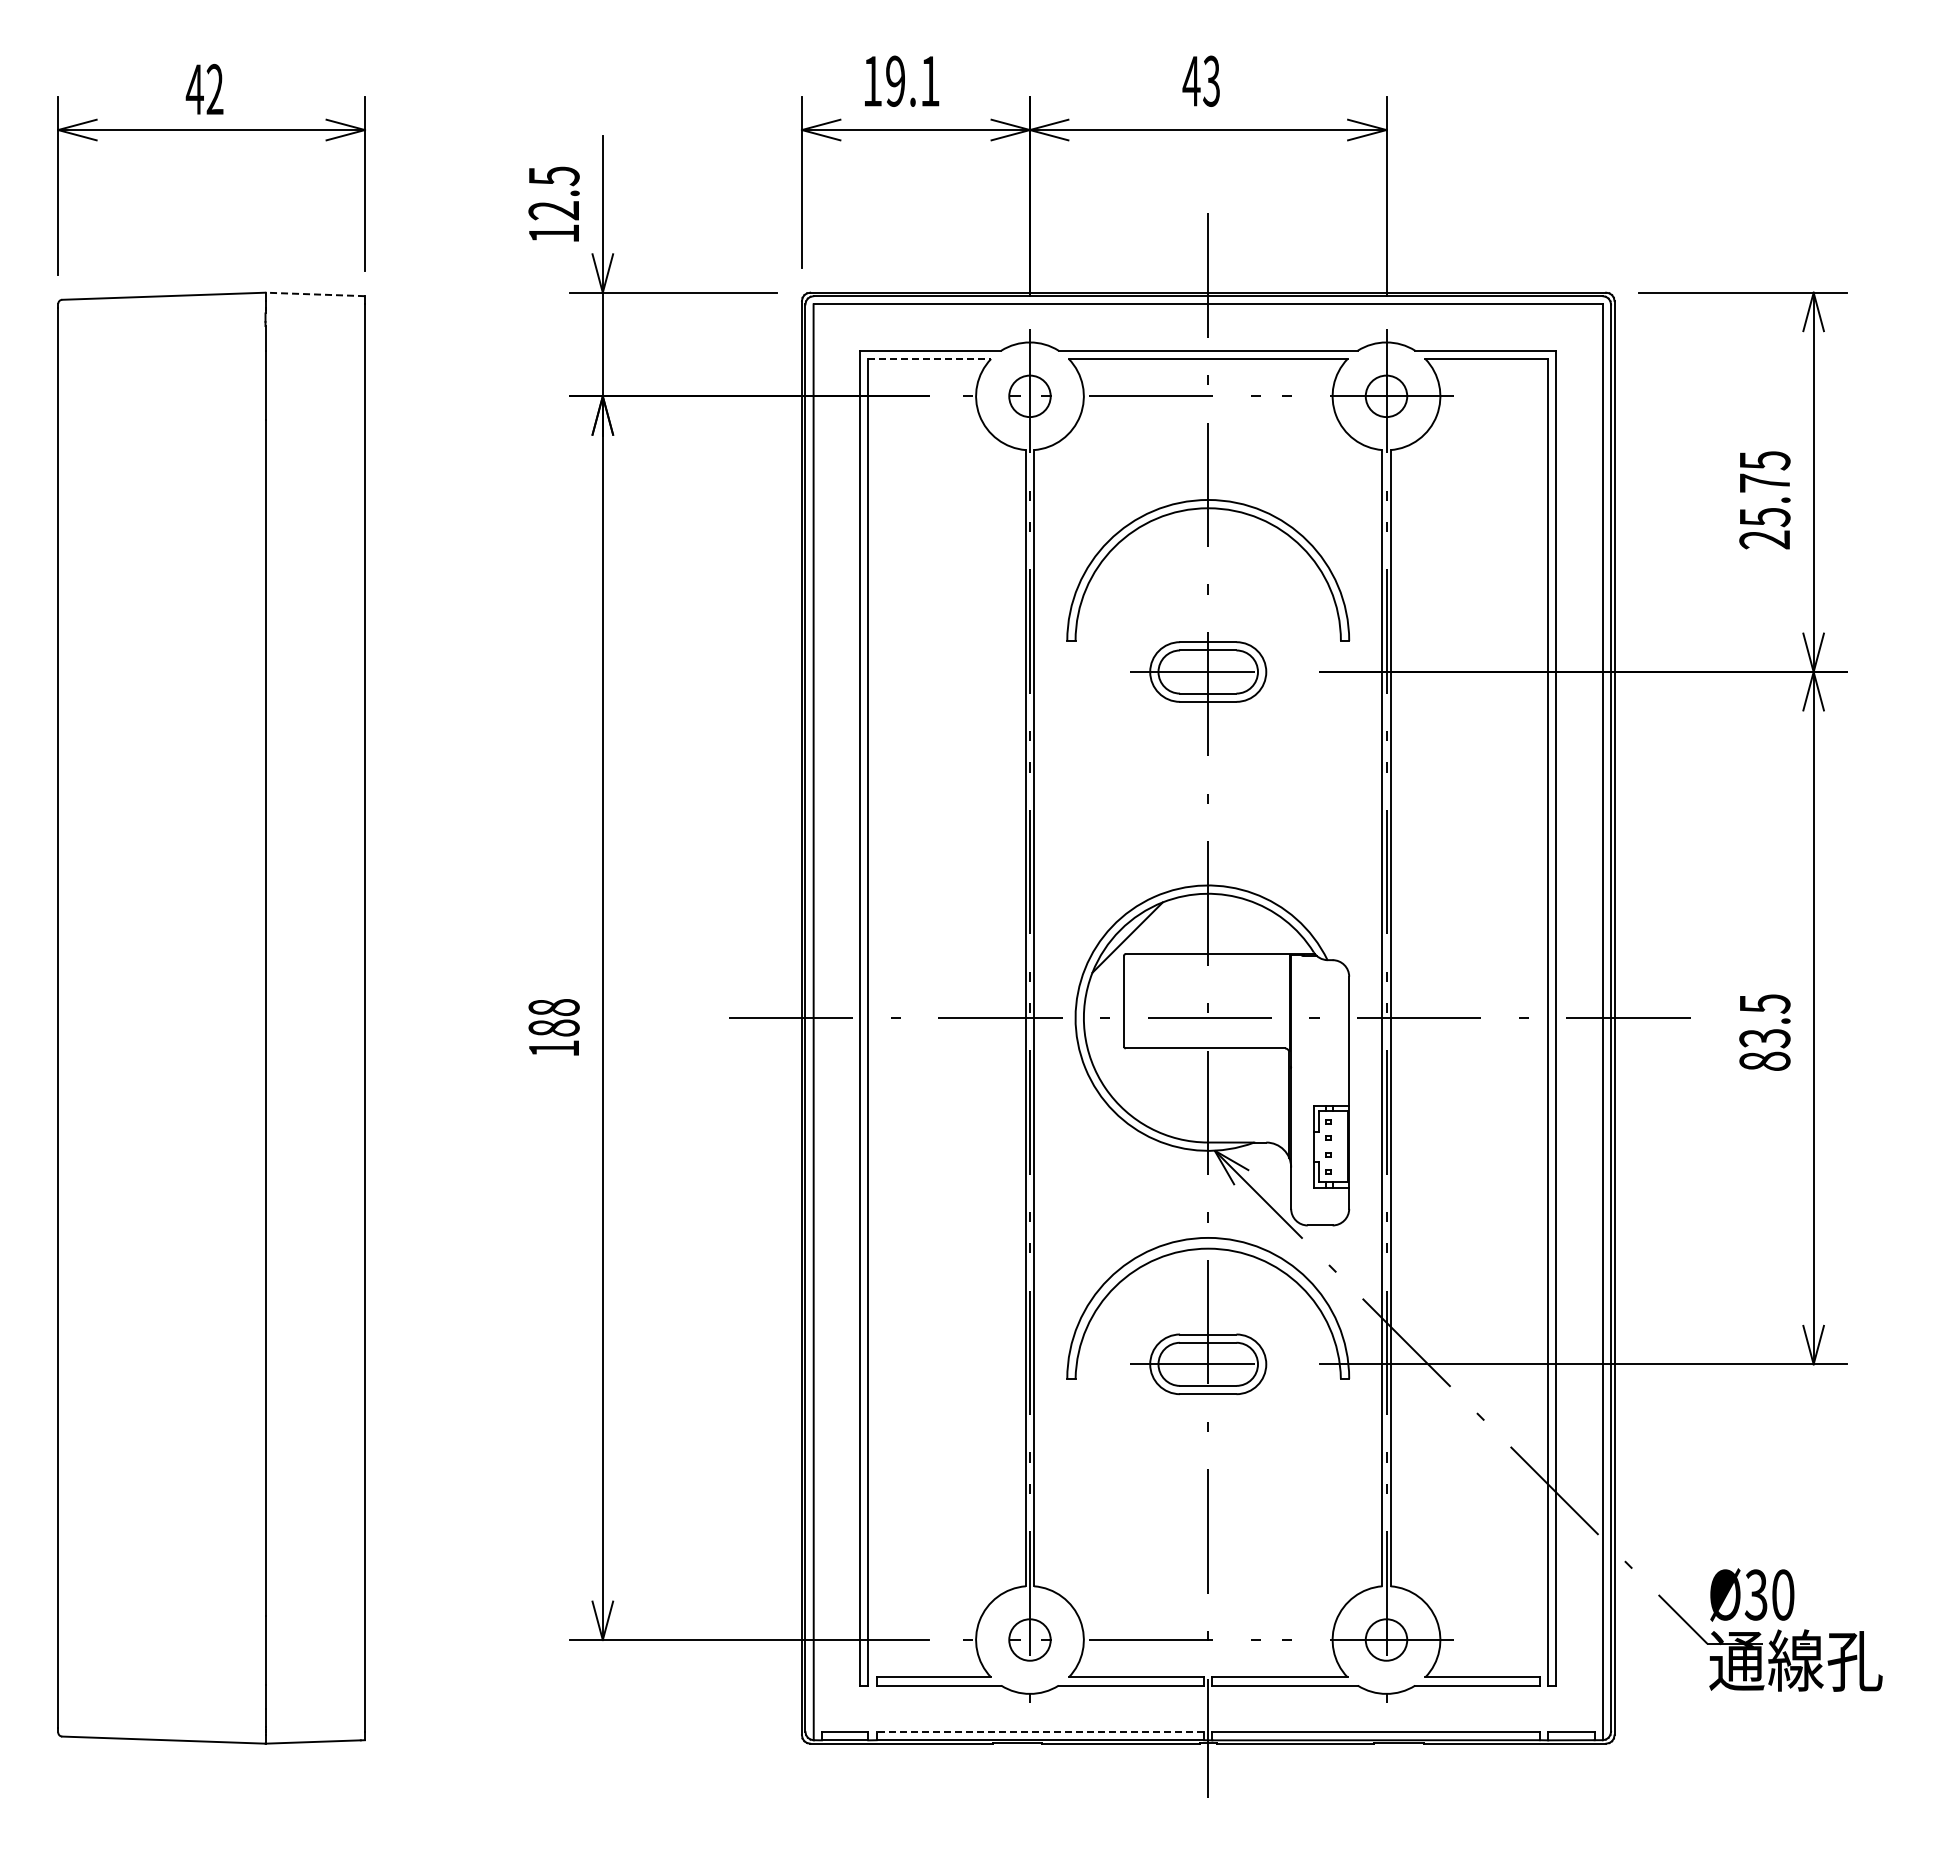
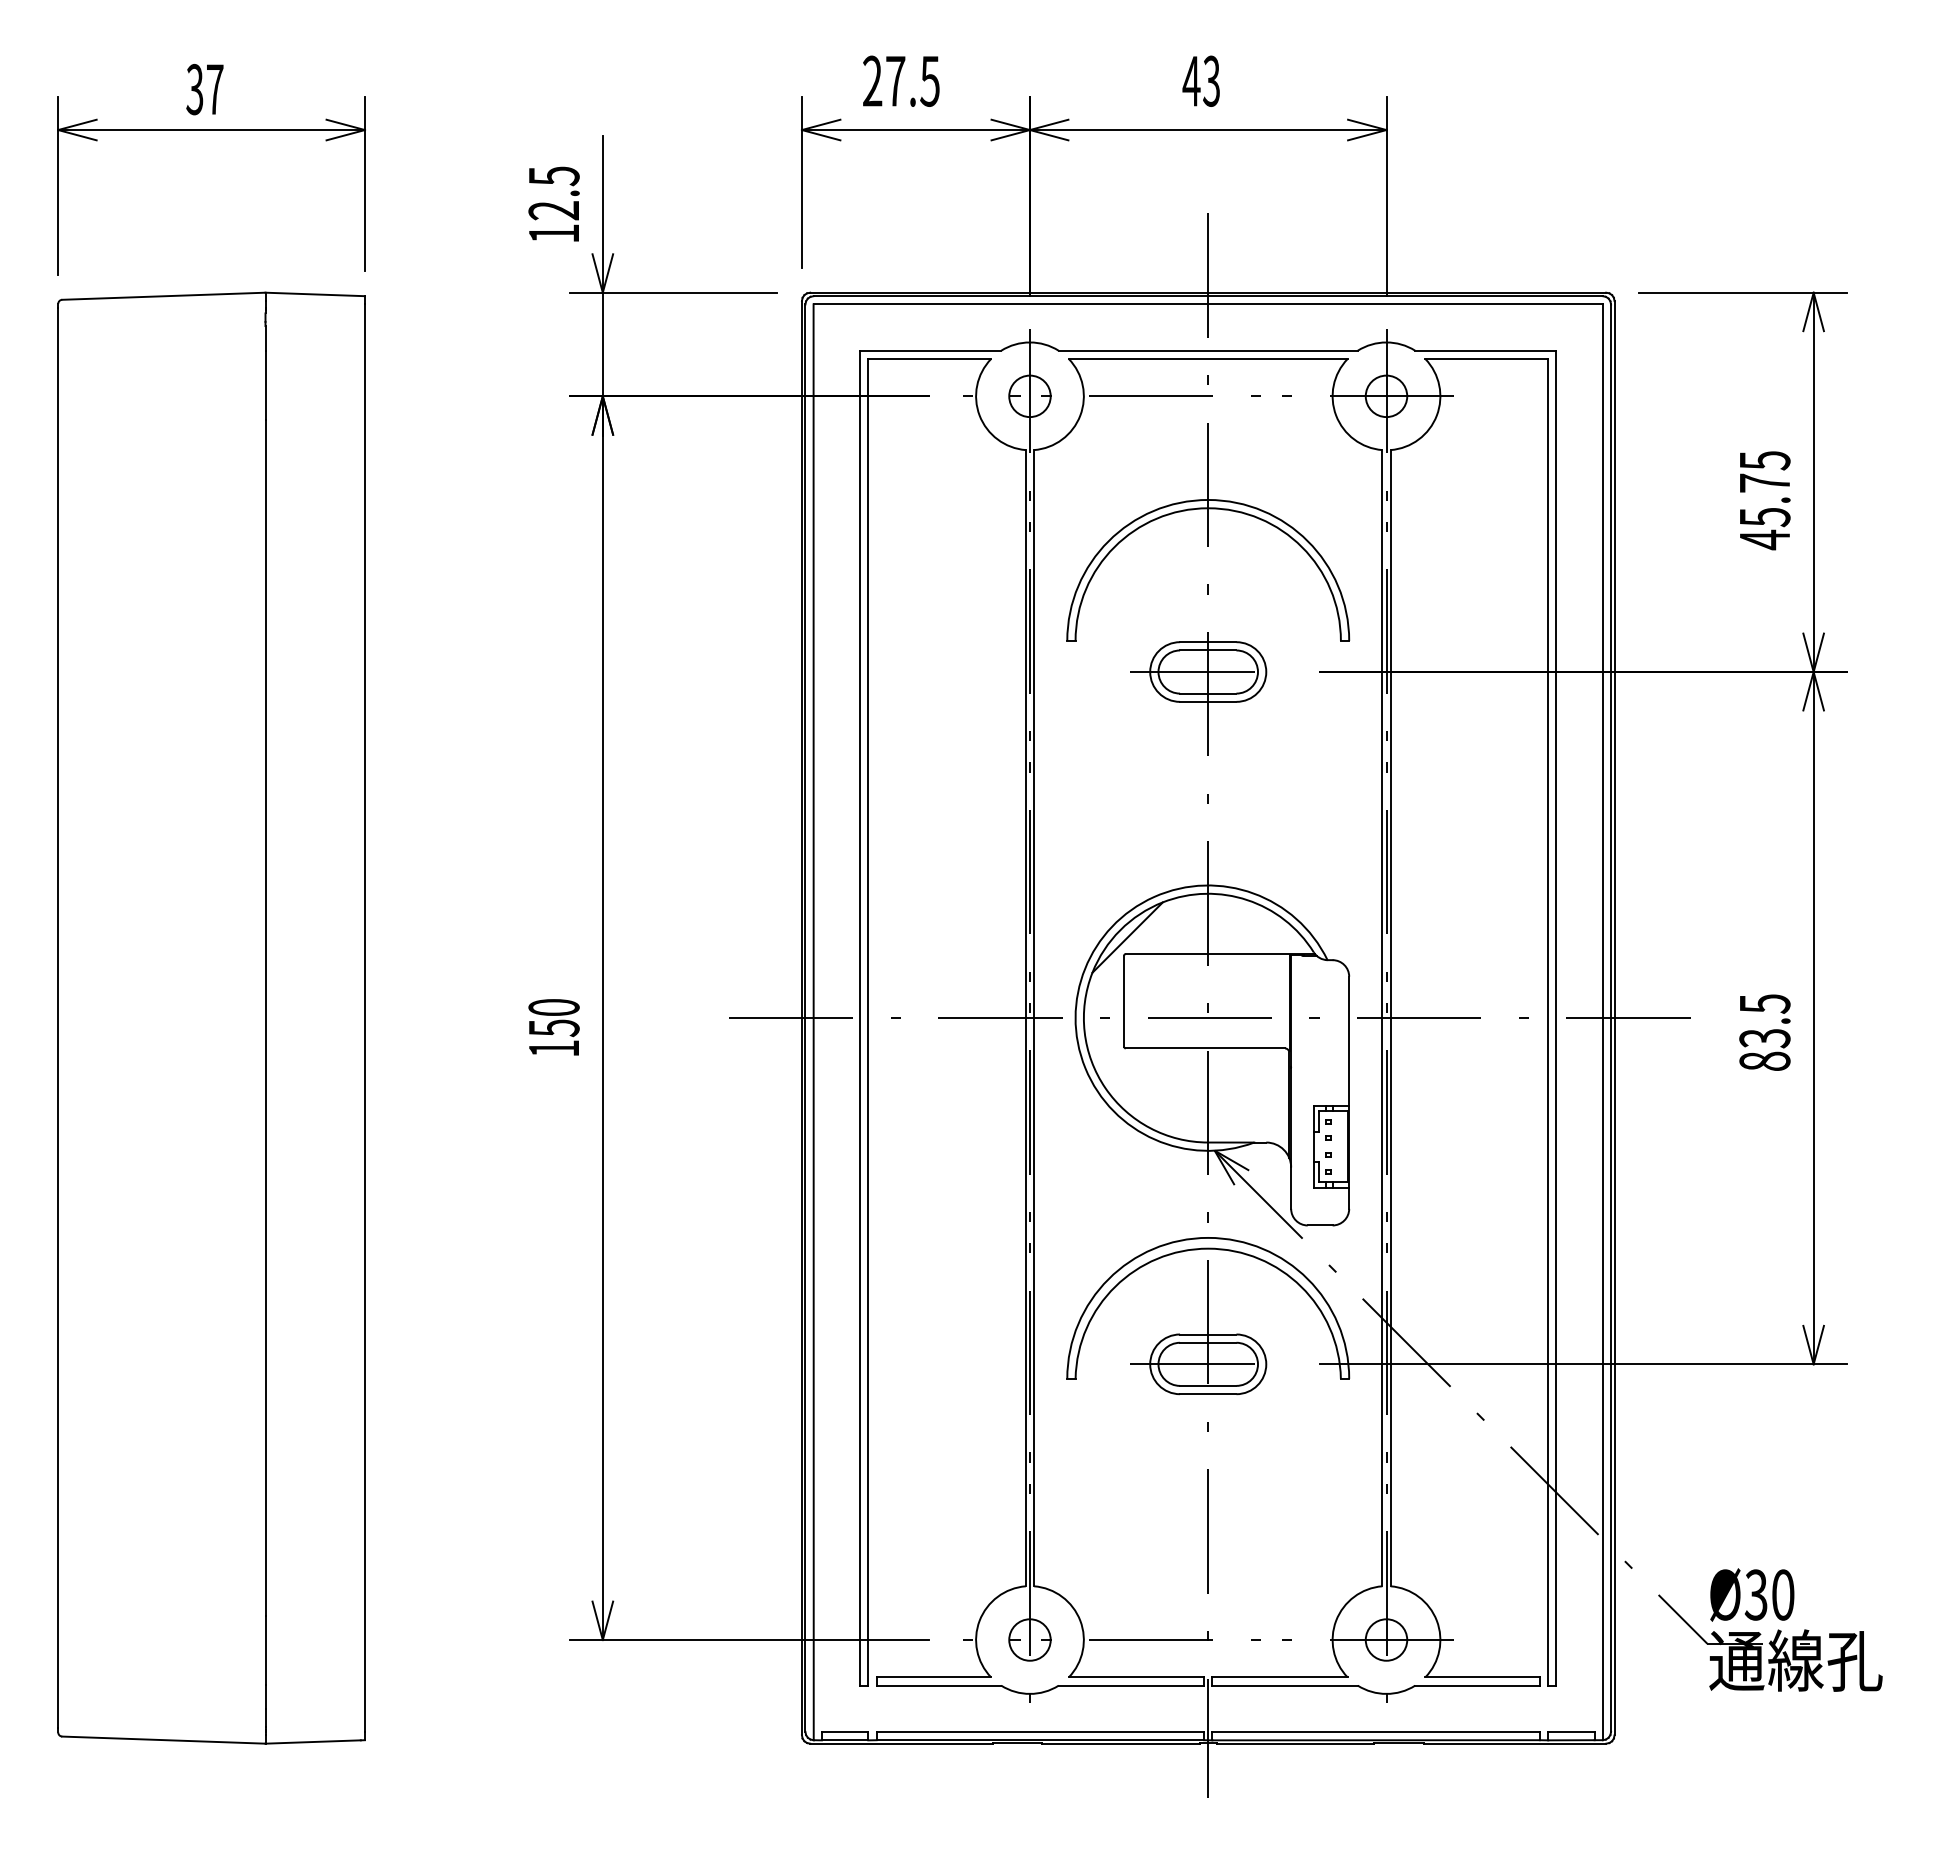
text at (901, 80): 19.1 -> 27.5
text at (204, 89): 42 -> 37
line at (315, 294): dashed -> solid
line at (930, 359): dashed -> solid
text at (1764, 539): 25.75 -> 45.75
text at (553, 1018): 188 -> 150
line at (1040, 1732): dashed -> solid
